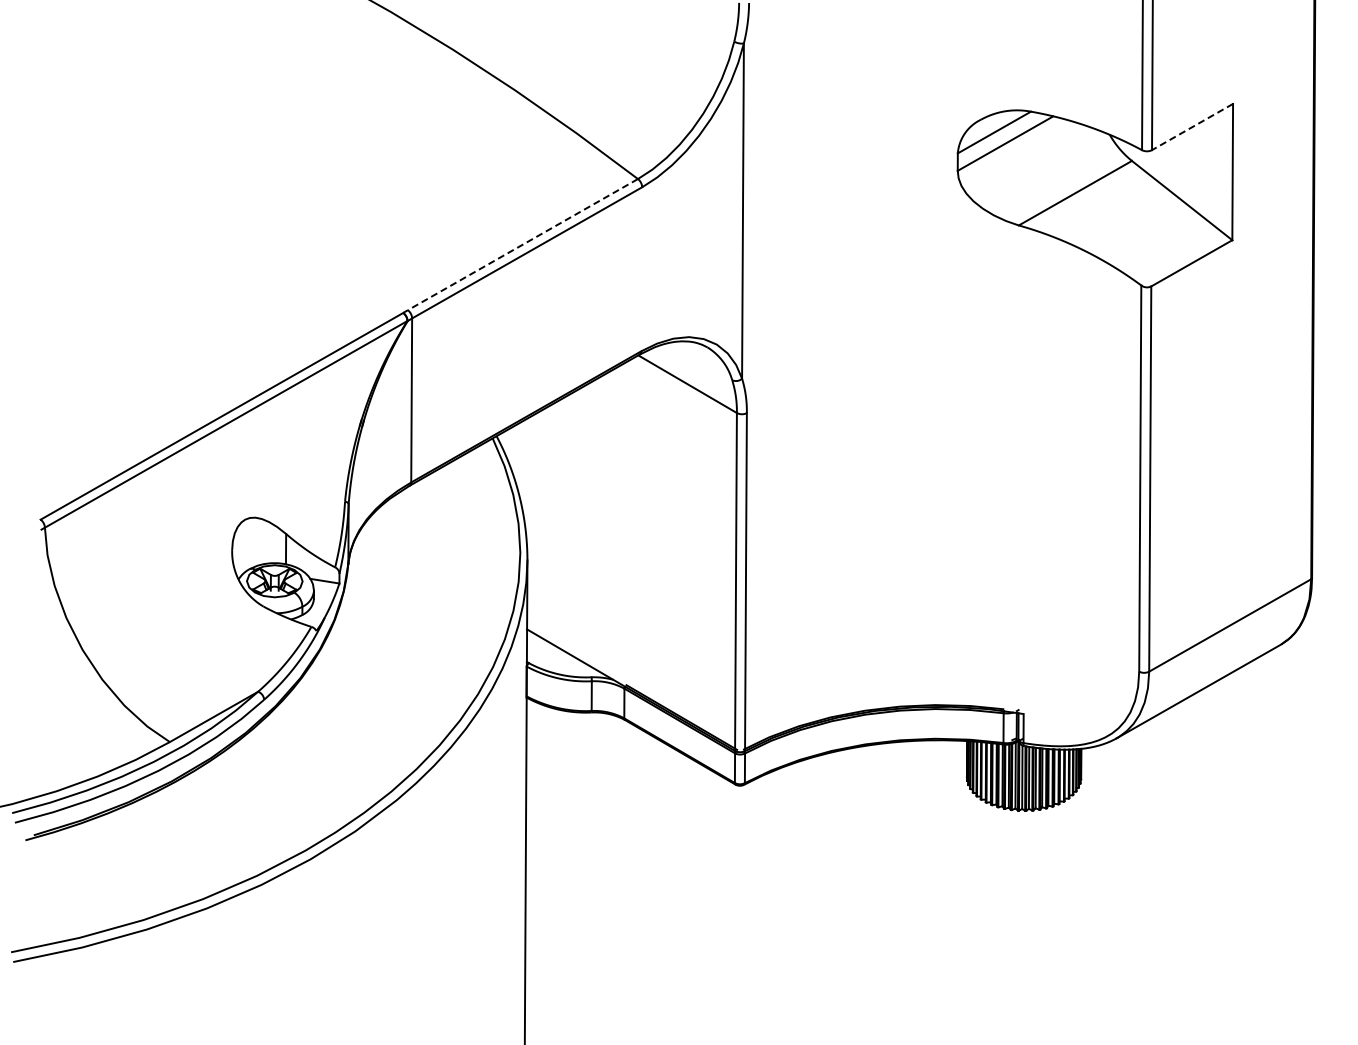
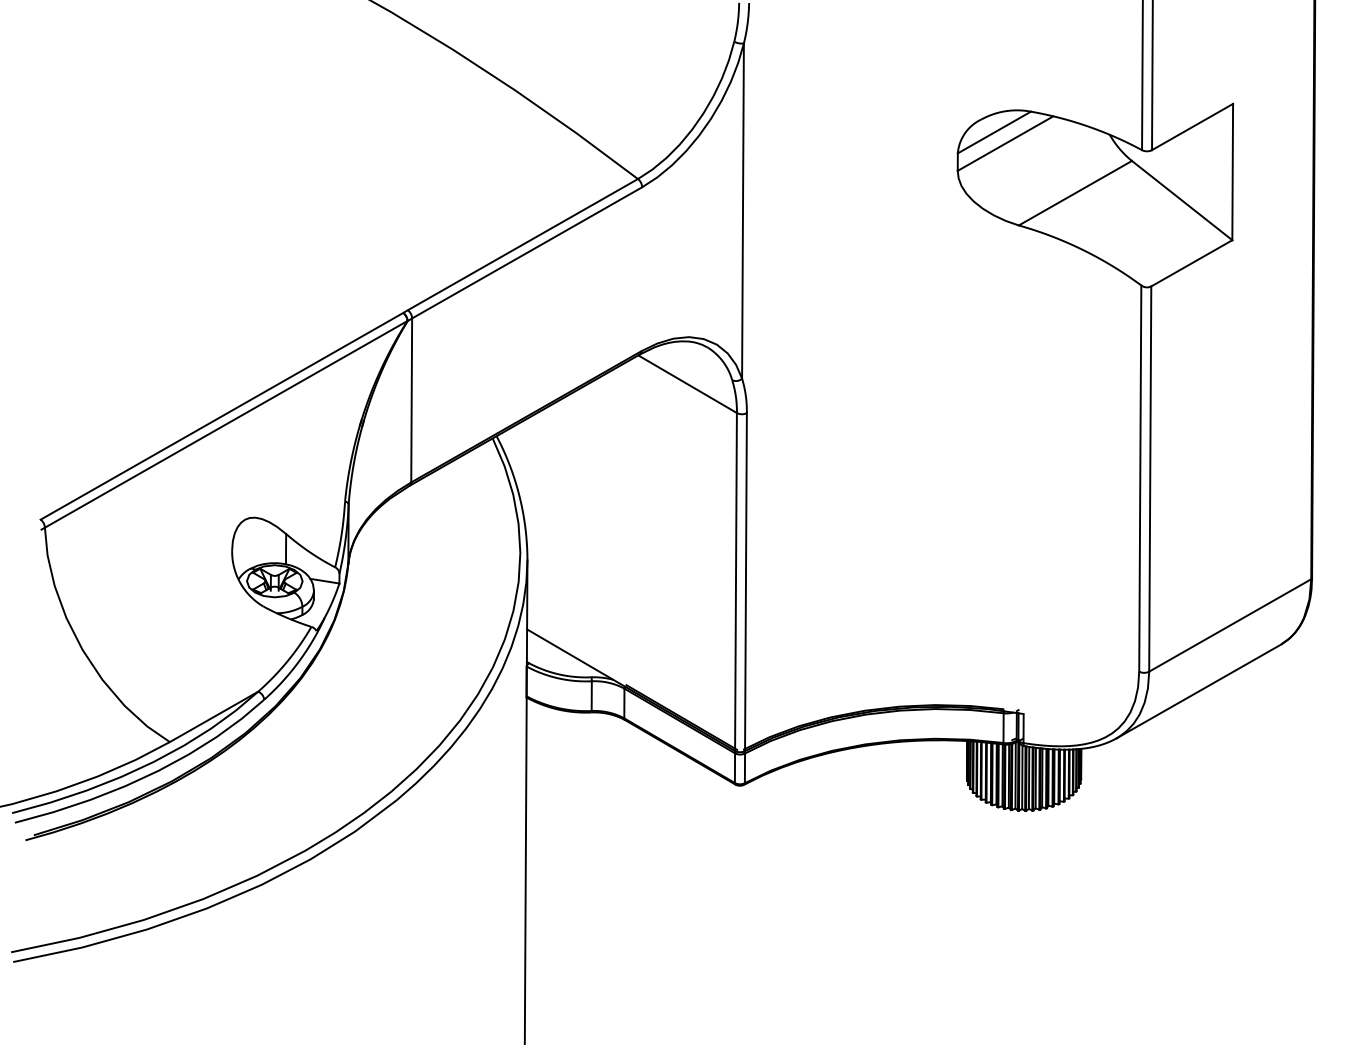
line at (1192, 127): dashed -> solid
line at (522, 244): dashed -> solid
